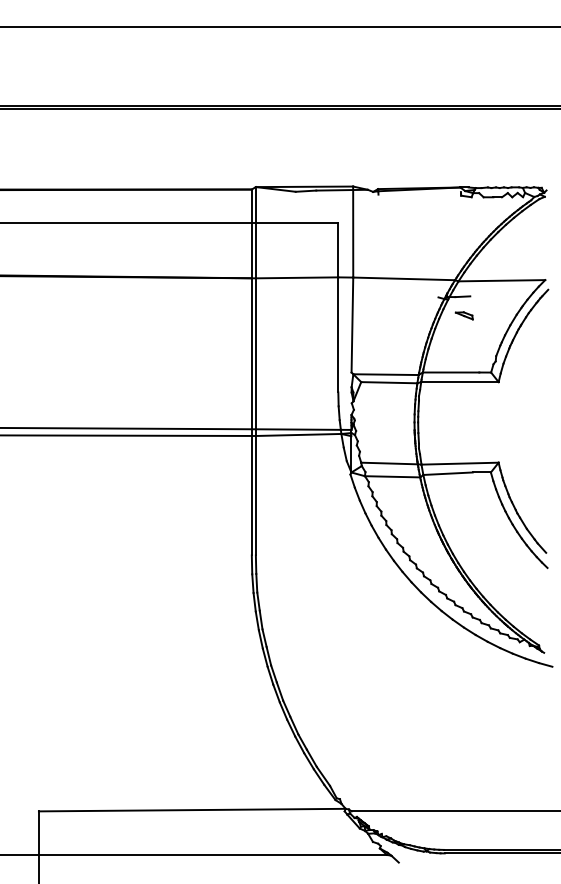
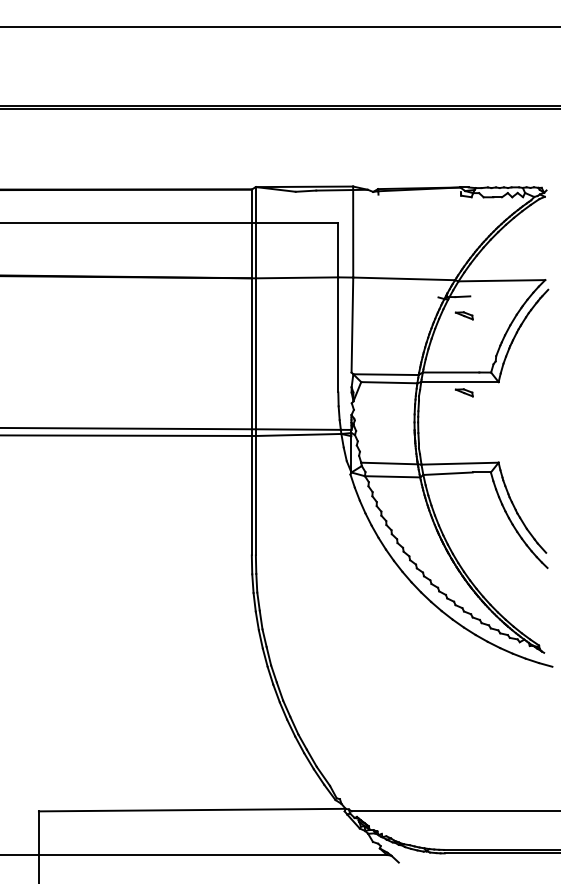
part at (463, 392): none -> present
